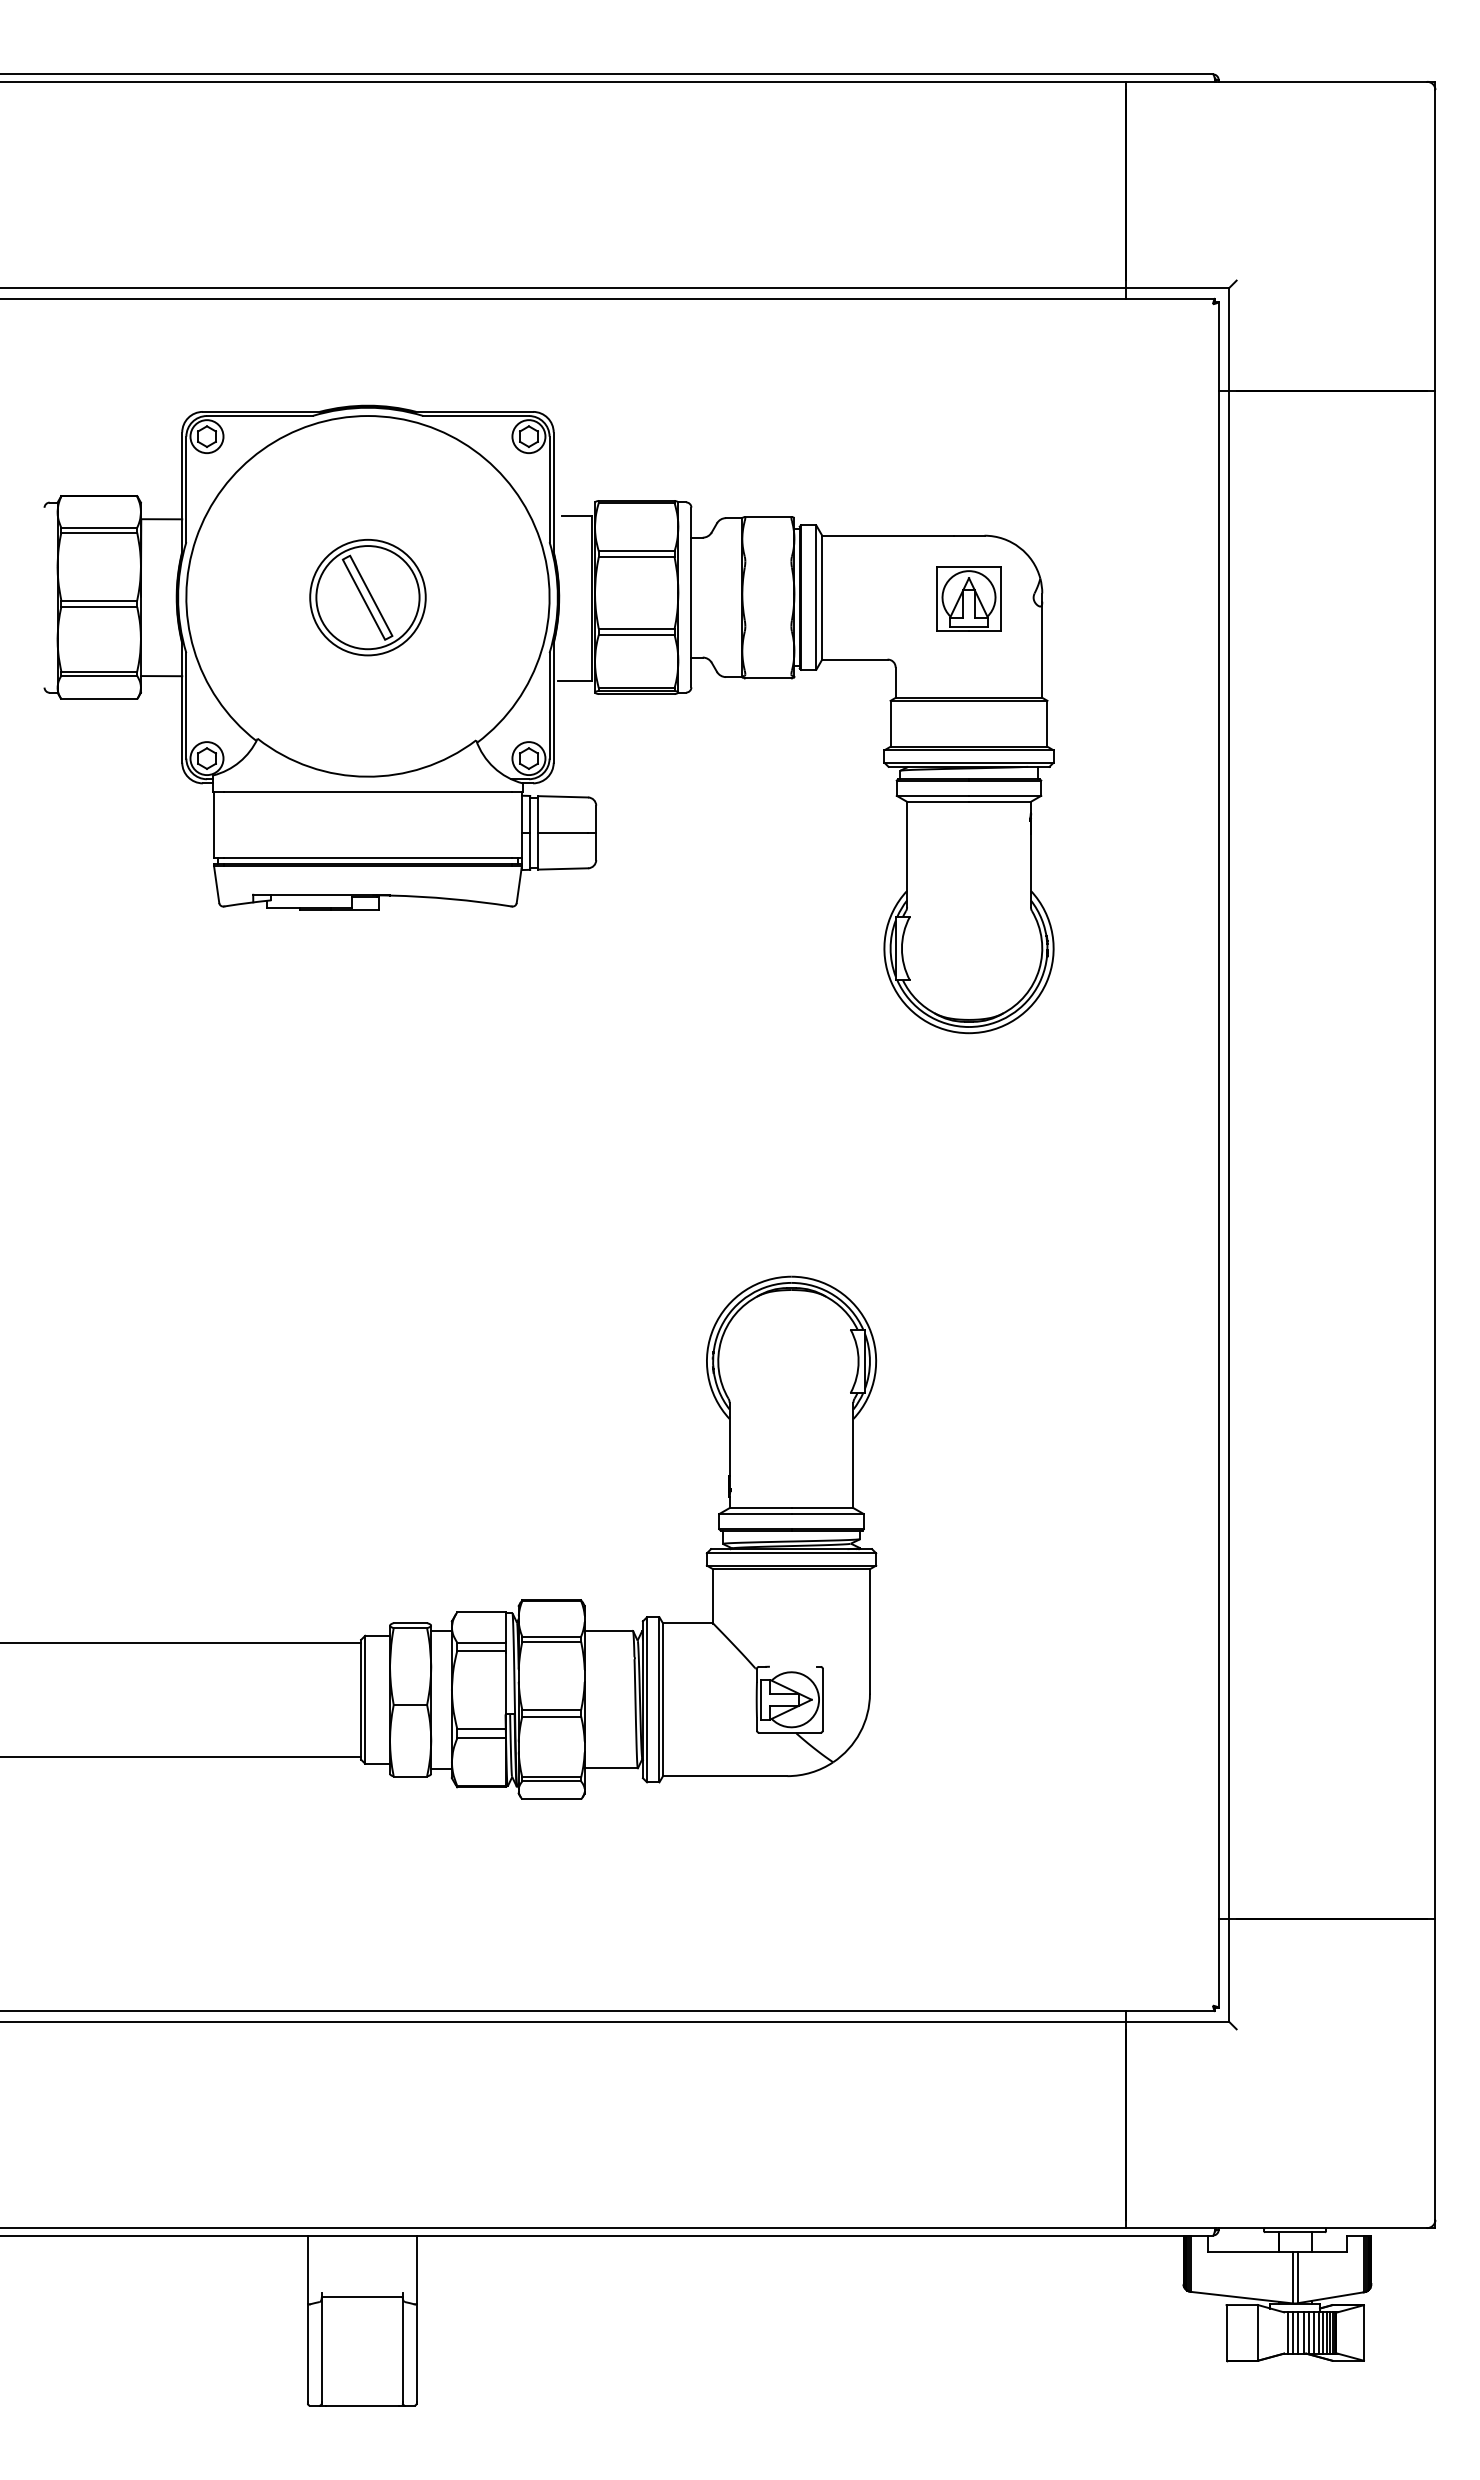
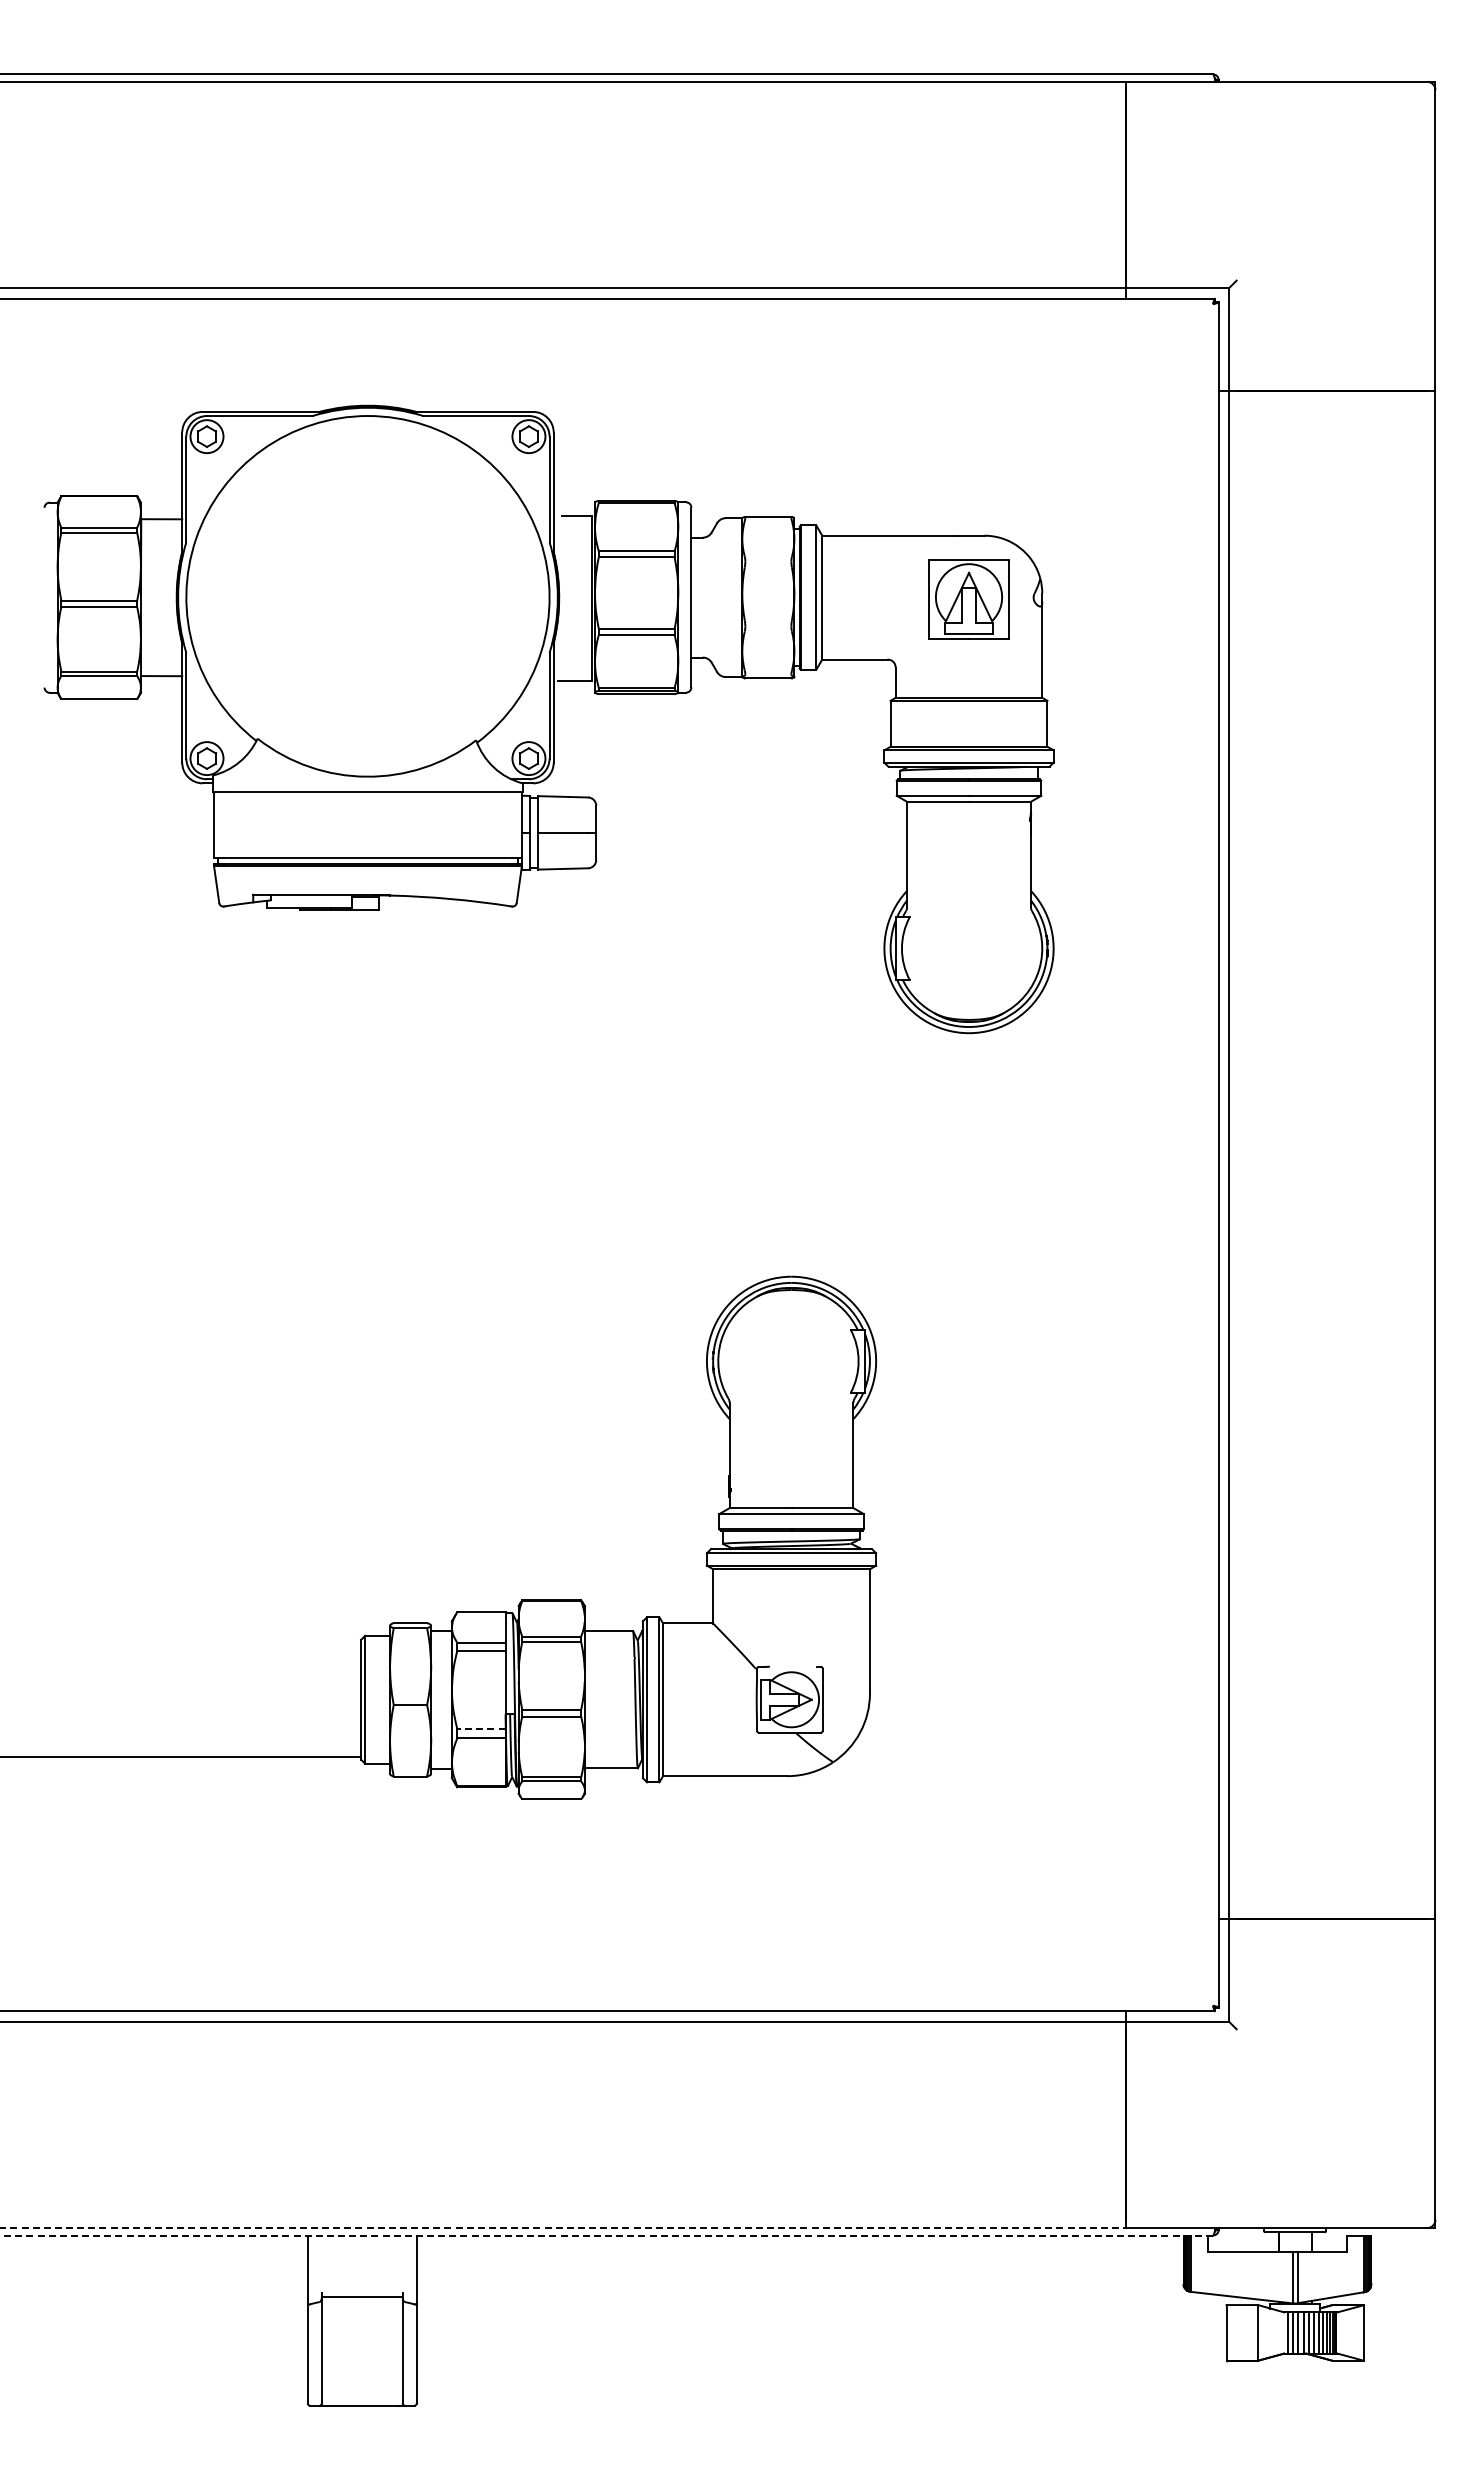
part at (367, 597): present -> none
part at (968, 598) size: 66x66 px -> 82x81 px
line at (181, 1642): present -> none
line at (480, 1728): solid -> dashed
line at (563, 2228): solid -> dashed
line at (606, 2235): solid -> dashed
